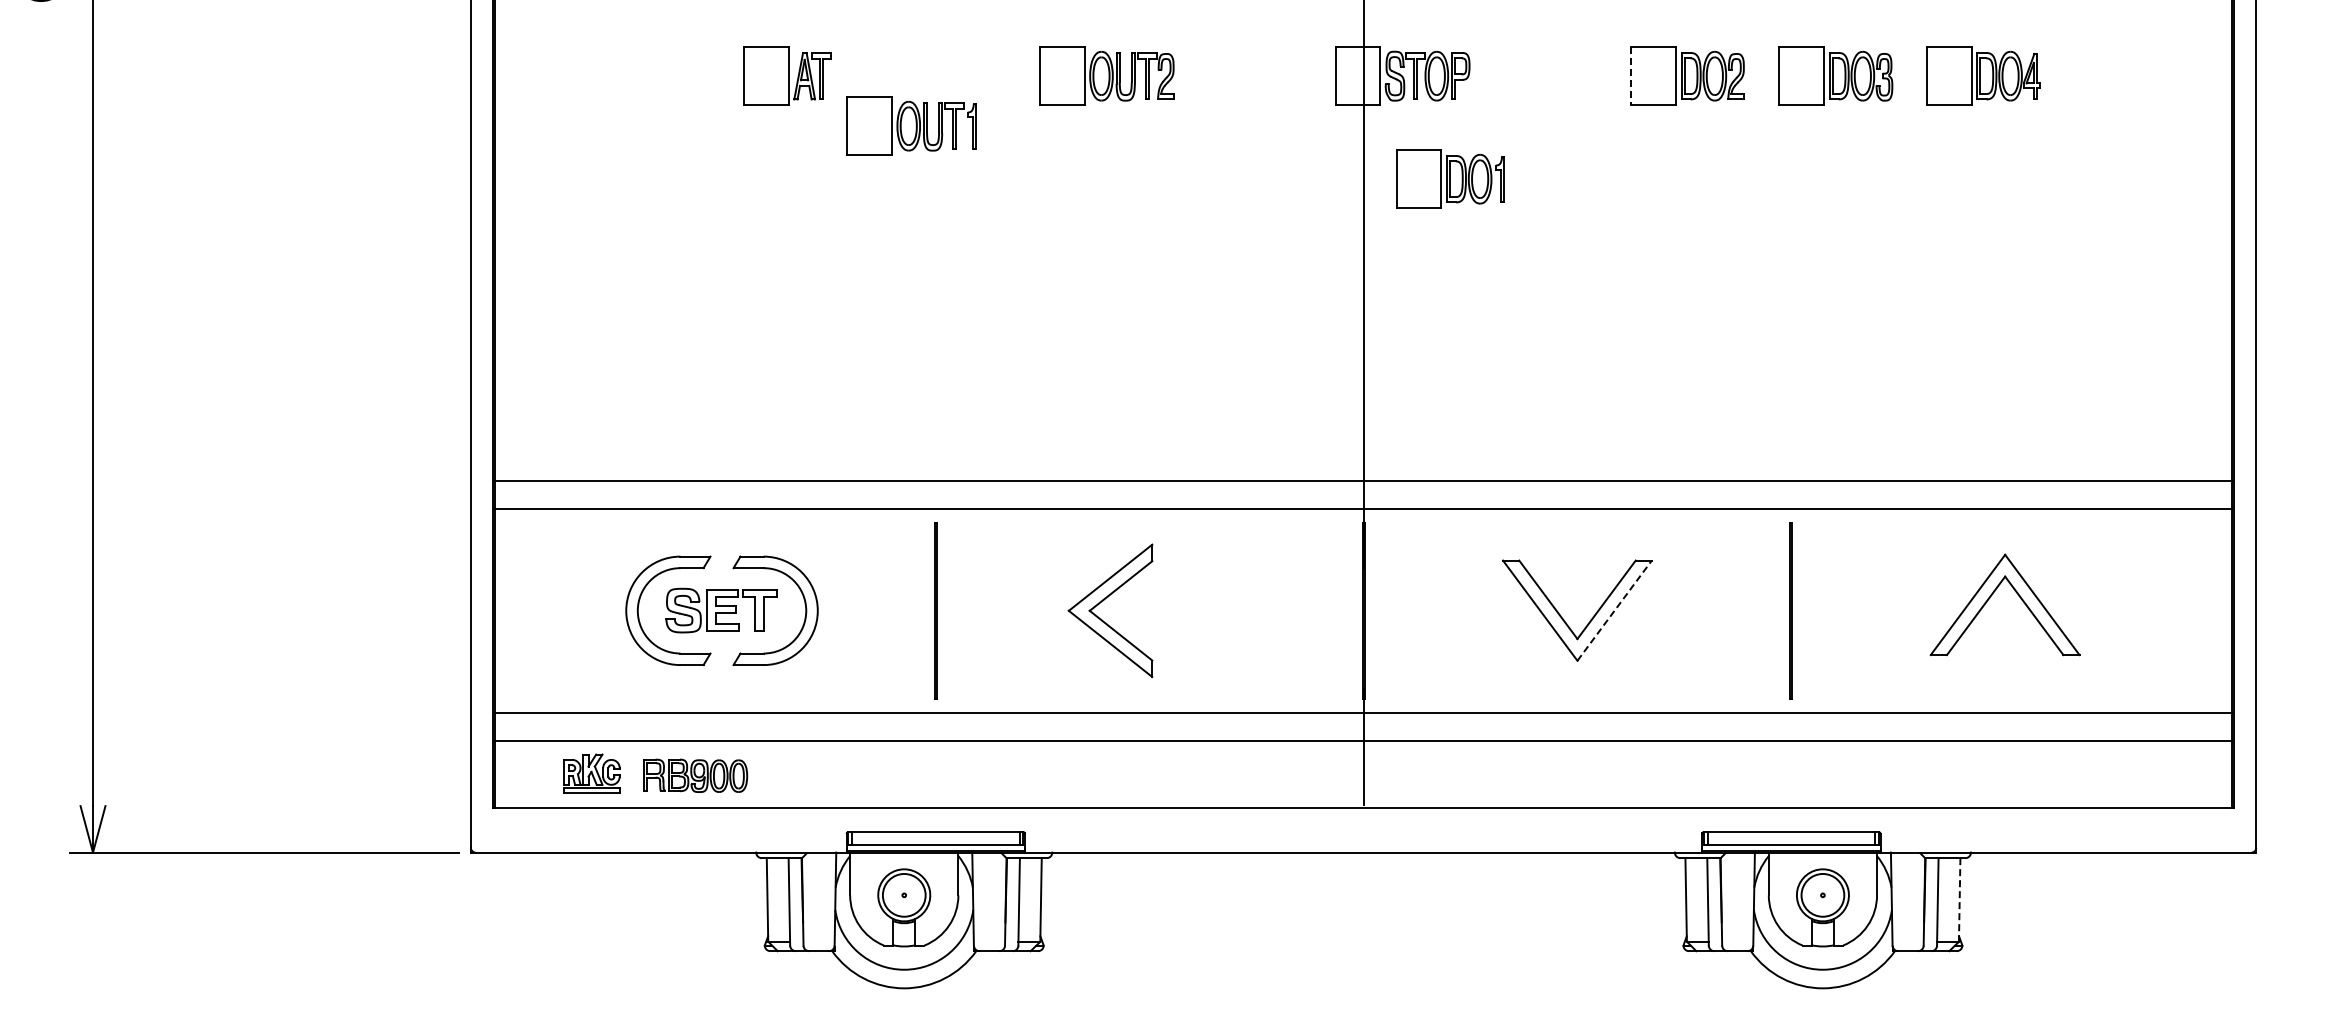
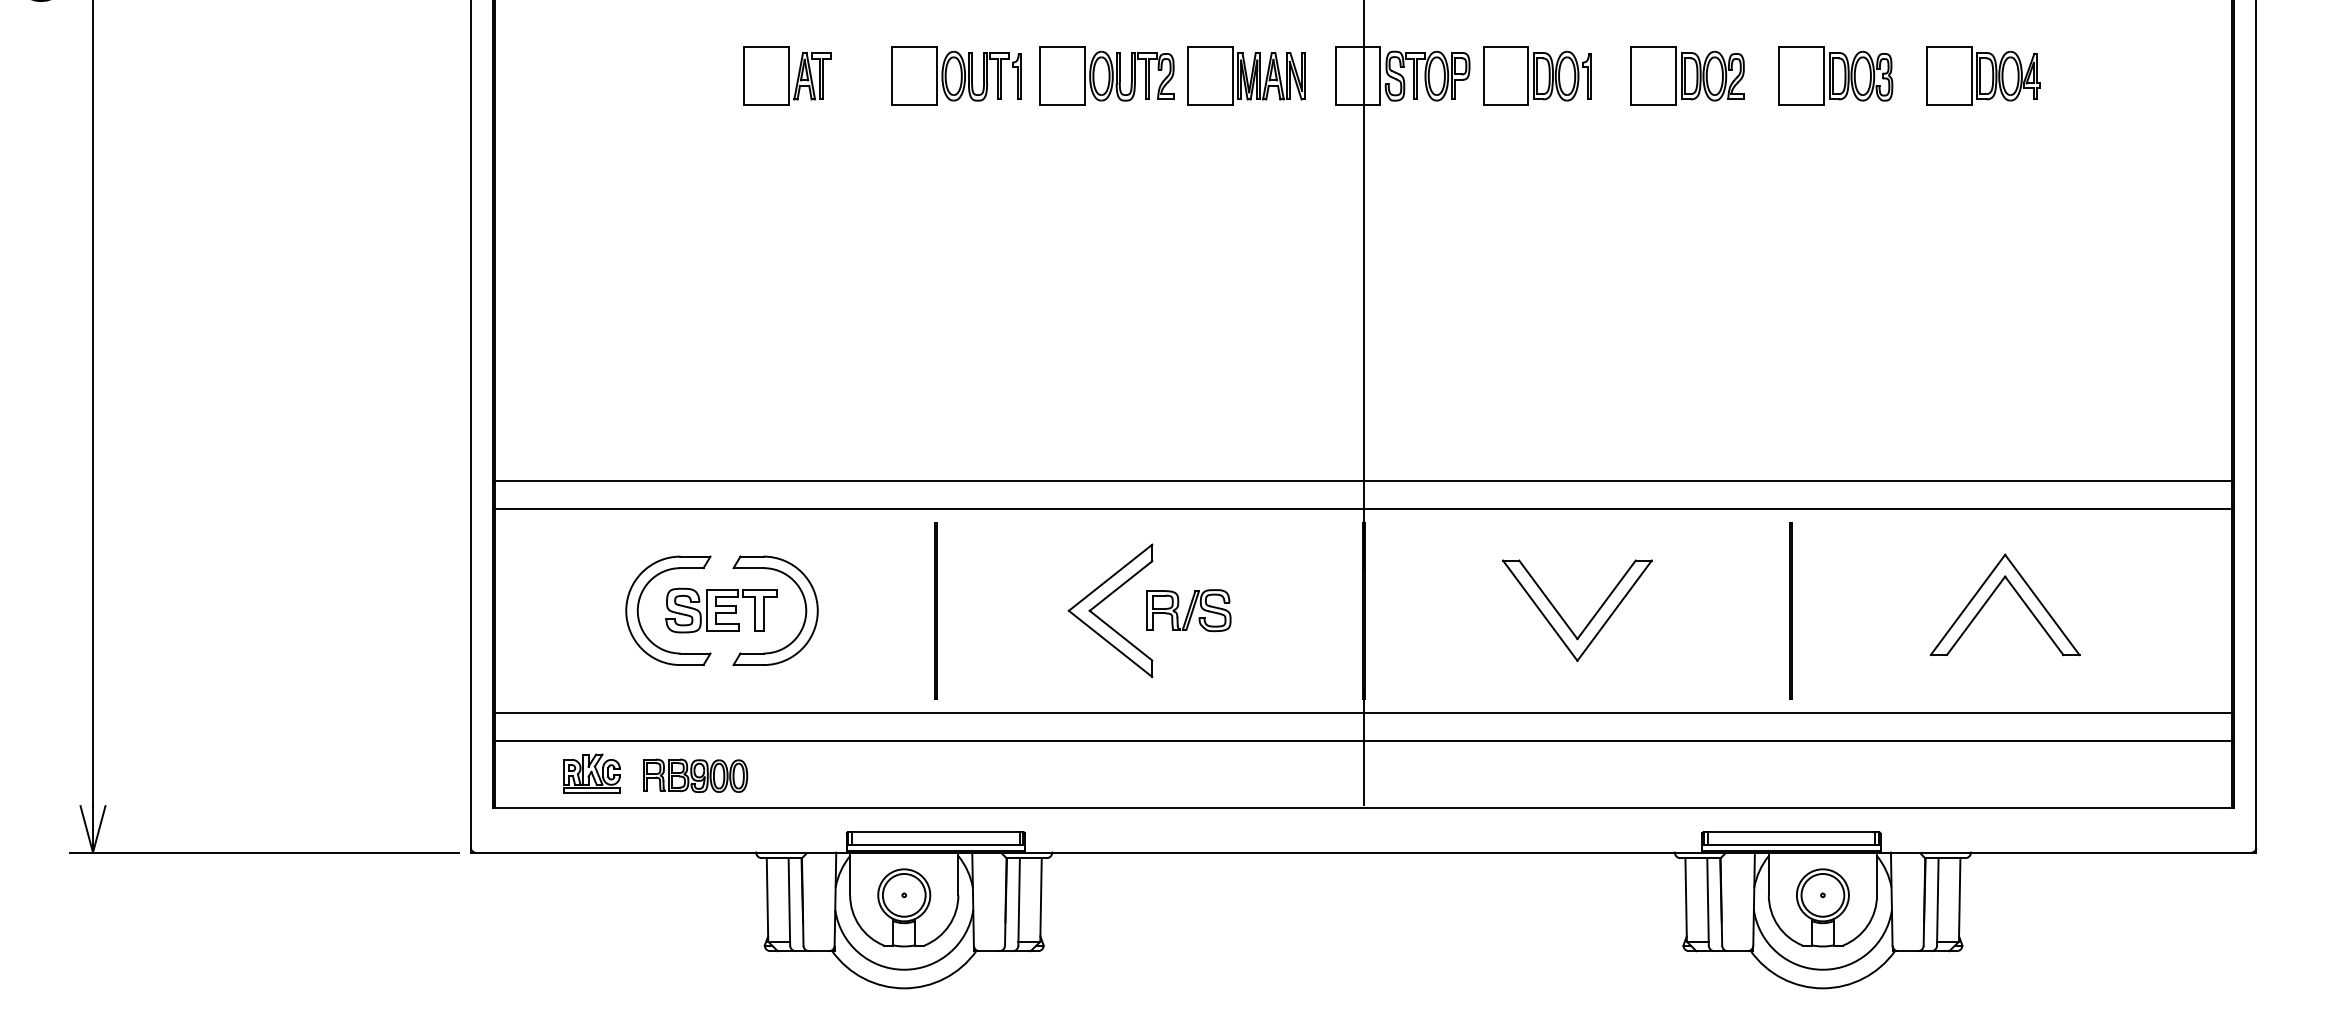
part at (1246, 75): none -> present
line at (1631, 76): dashed -> solid
part at (911, 125) position: (911, 125) -> (956, 75)
part at (1450, 178) position: (1450, 178) -> (1537, 75)
part at (1188, 610): none -> present
line at (1614, 610): dashed -> solid
line at (1959, 900): dashed -> solid
